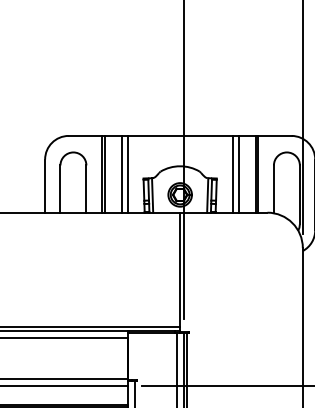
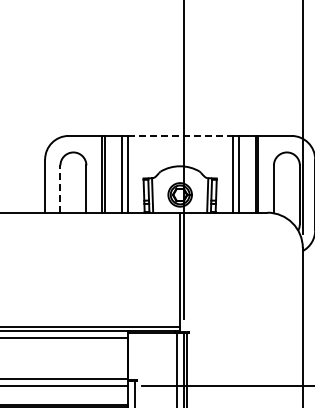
line at (180, 135): solid -> dashed
line at (60, 189): solid -> dashed
